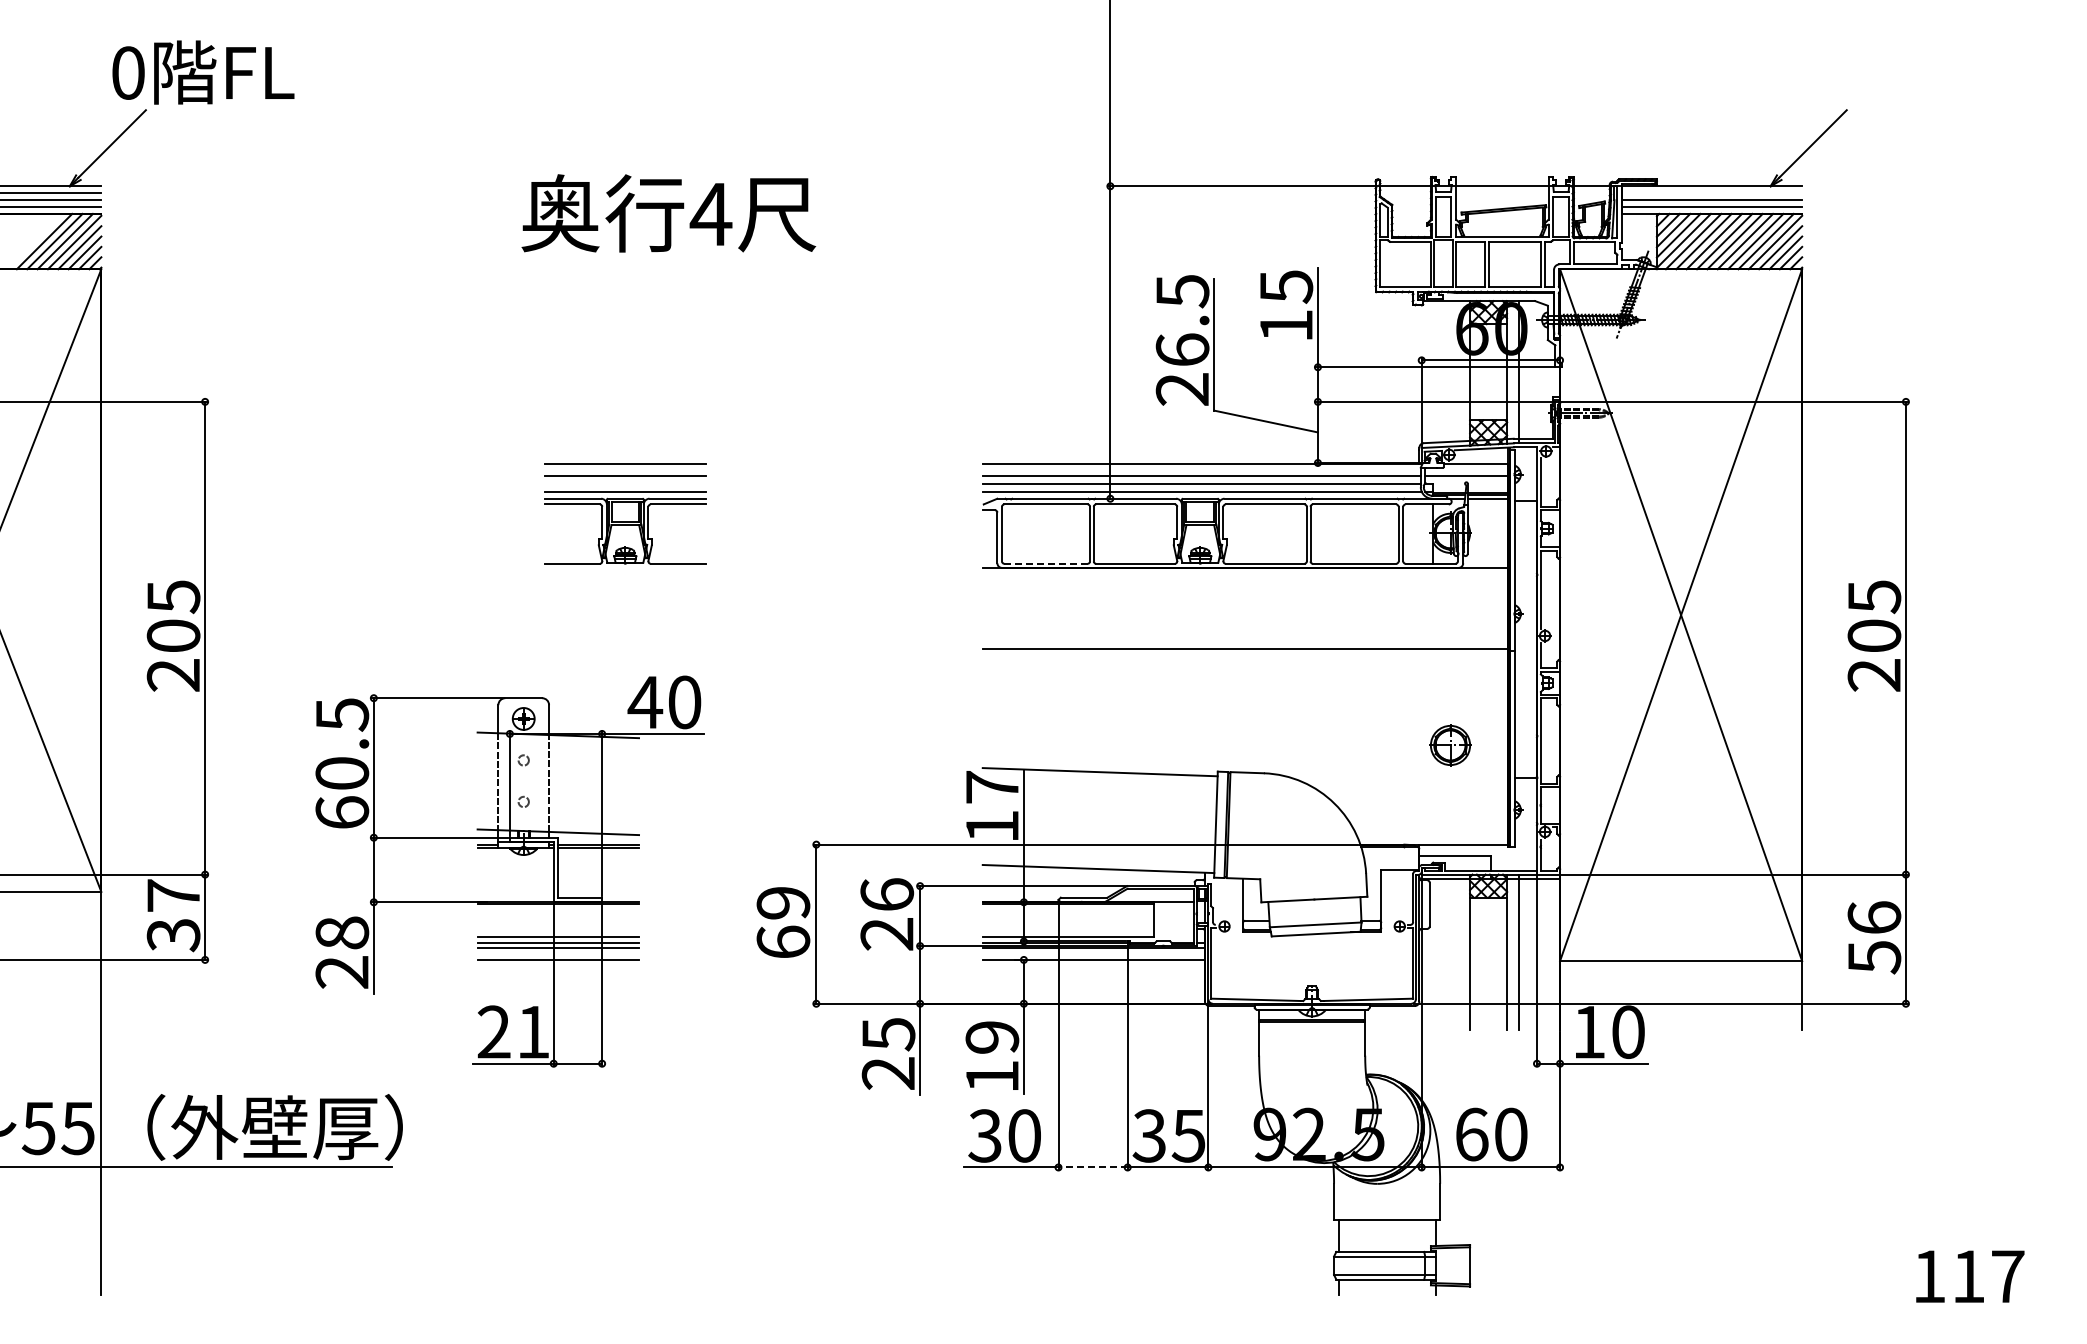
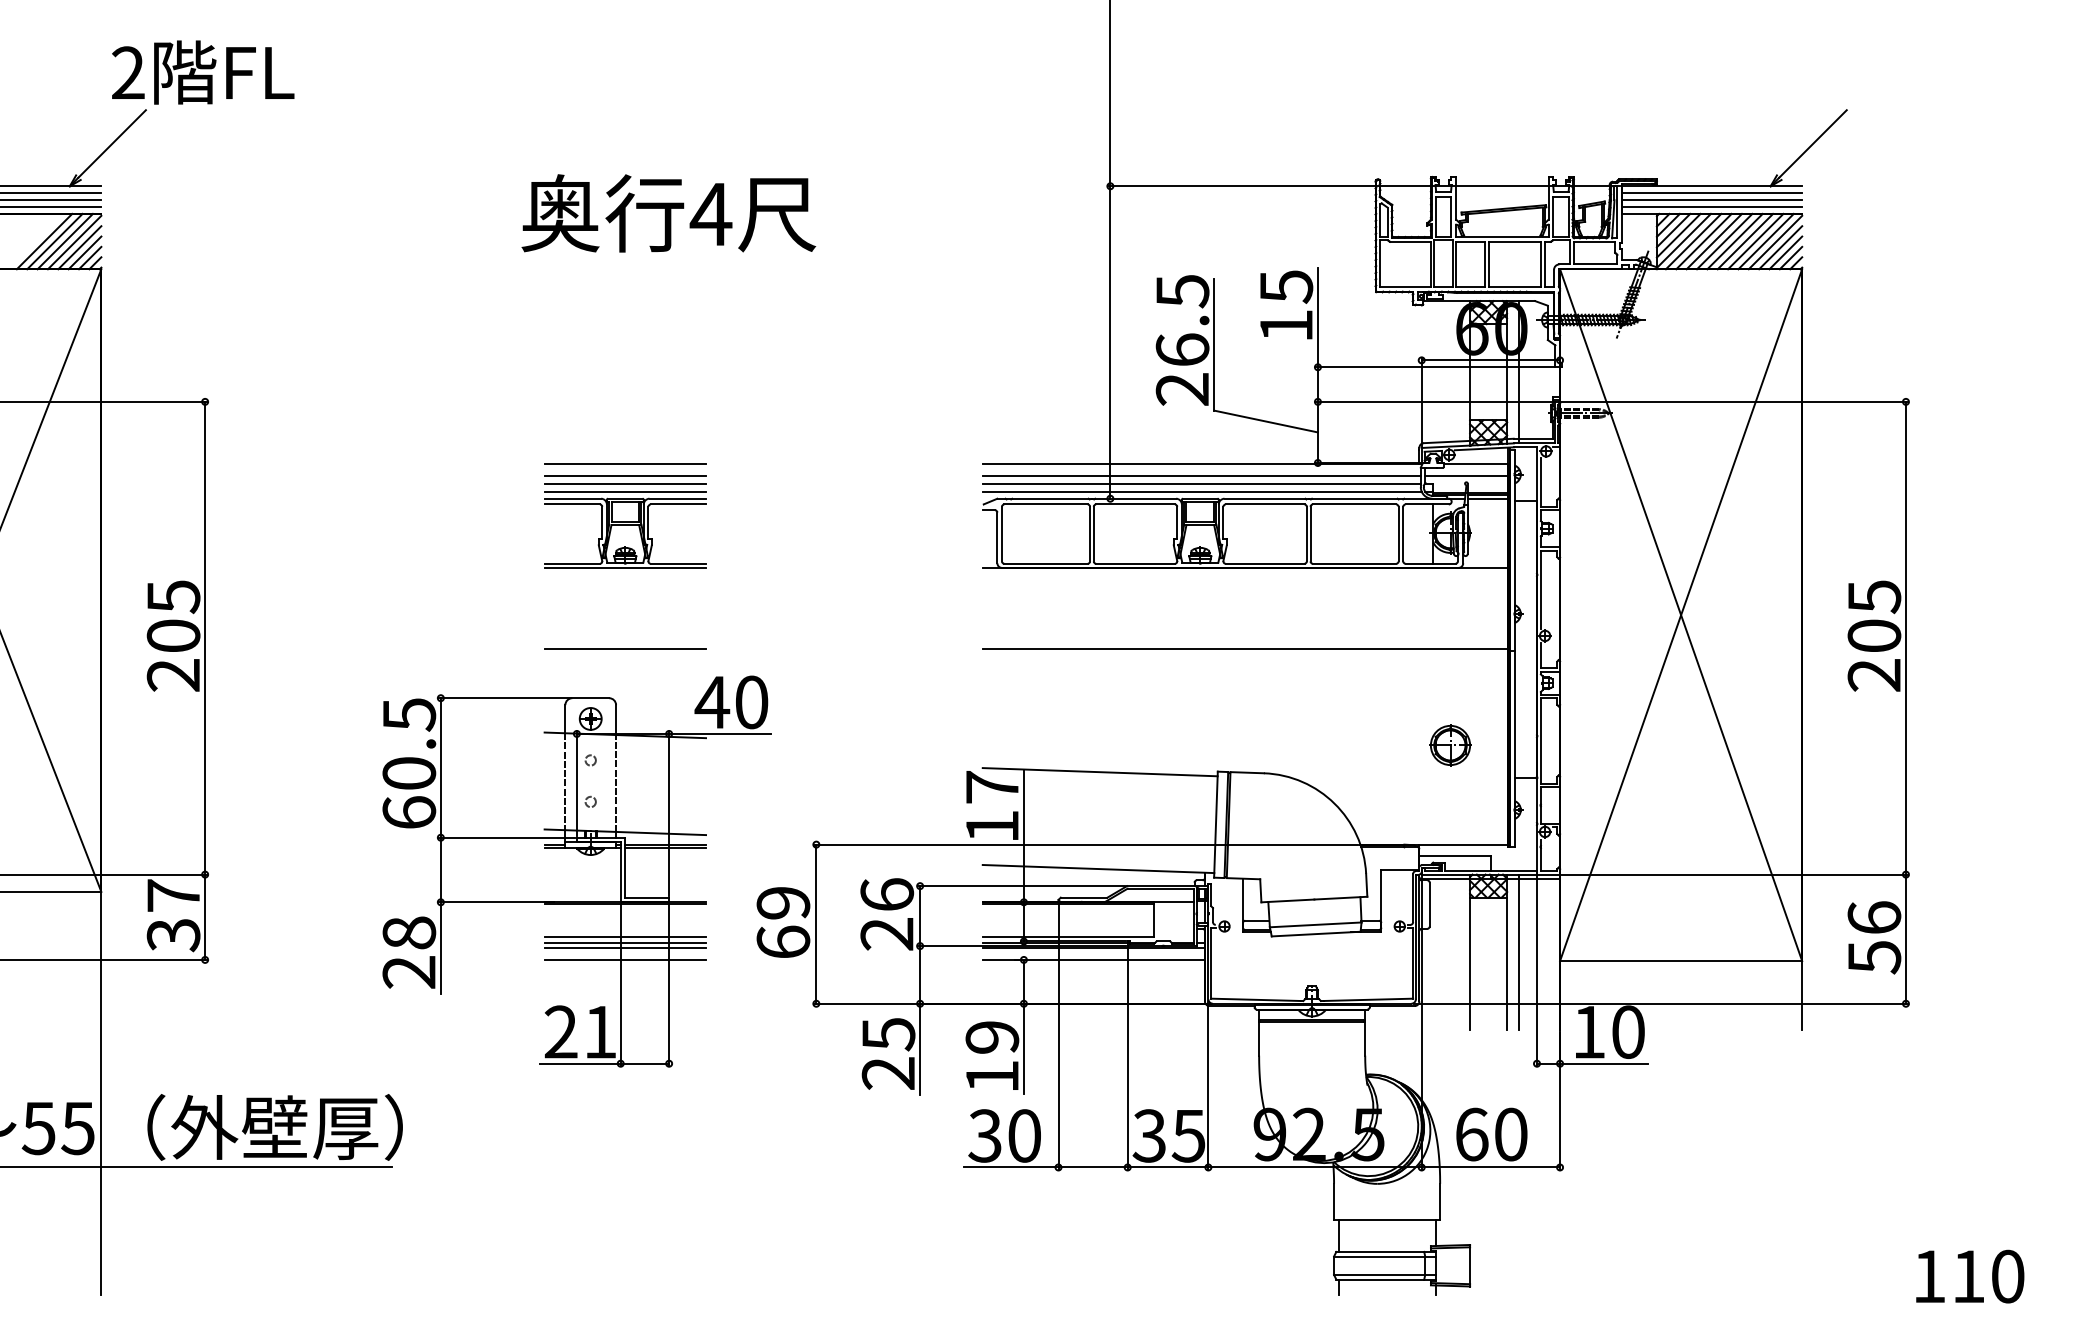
text at (128, 72): 0 -> 2
line at (1712, 193): none -> present
line at (625, 483): none -> present
line at (1046, 563): dashed -> solid
line at (625, 567): none -> present
line at (625, 648): none -> present
part at (509, 871) position: (509, 871) -> (576, 871)
line at (1093, 1167): dashed -> solid
text at (2008, 1276): 117 -> 110
